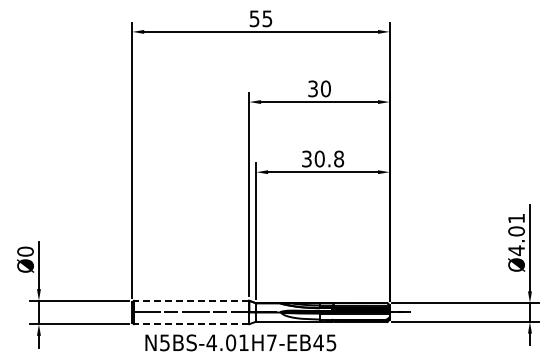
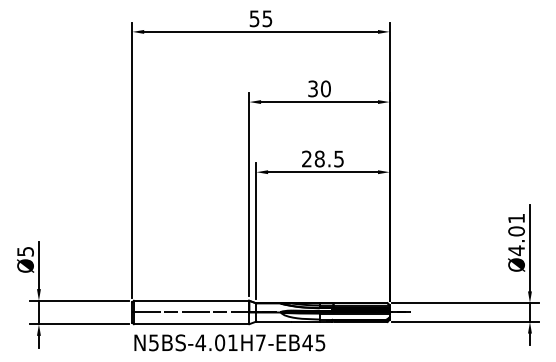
text at (323, 158): 30.8 -> 28.5
text at (25, 251): Ø0 -> Ø5
line at (191, 300): dashed -> solid
line at (191, 324): dashed -> solid
text at (240, 342) position: (240, 342) -> (229, 342)
